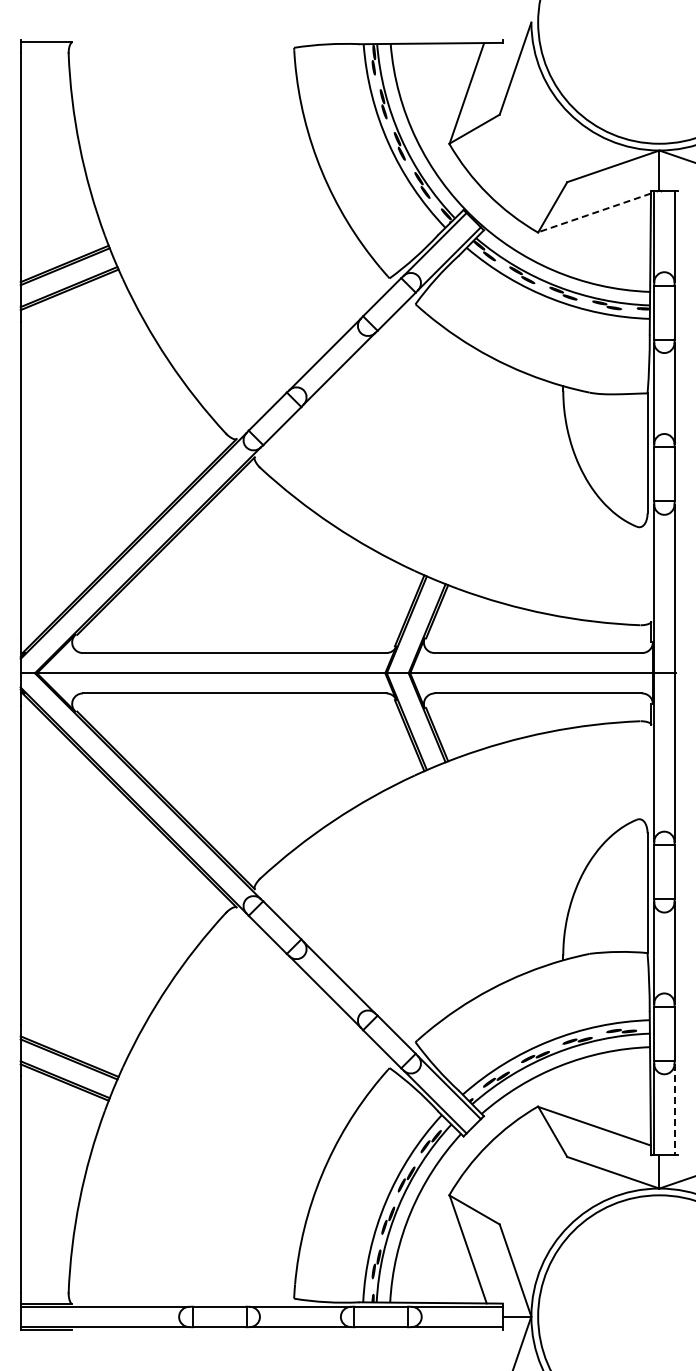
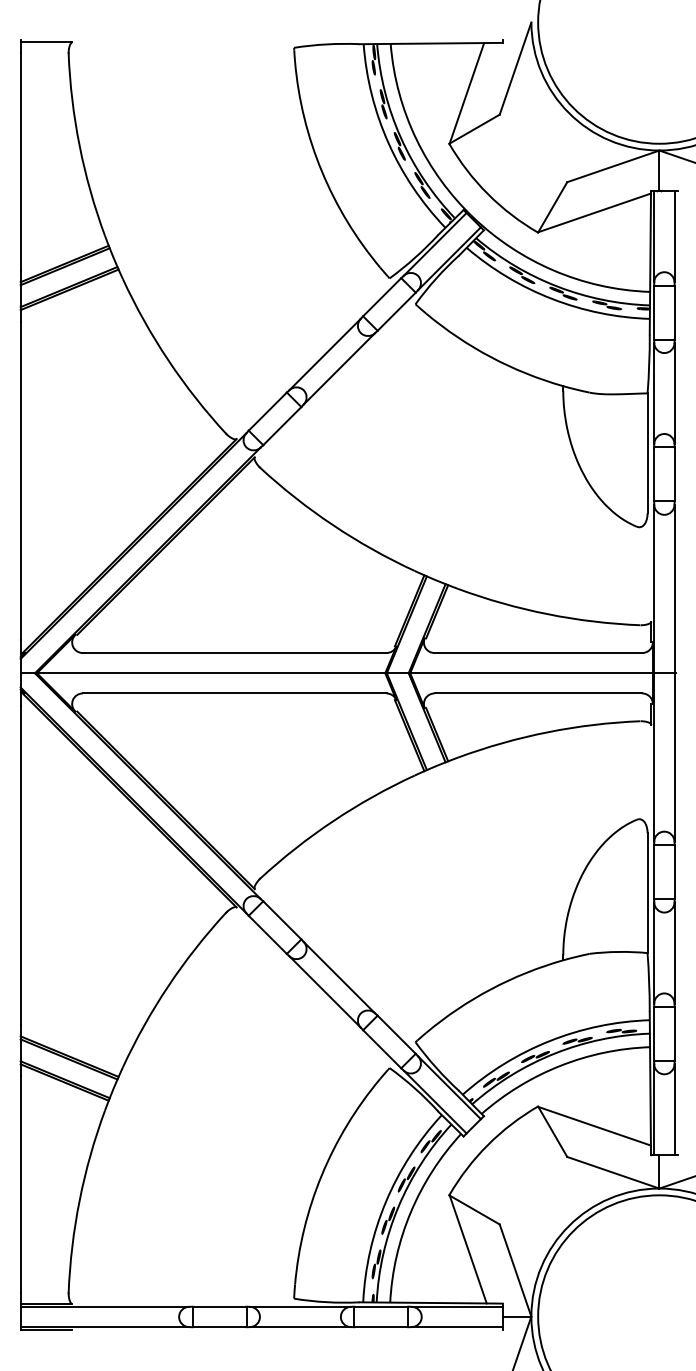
line at (594, 212): dashed -> solid
line at (674, 1110): dashed -> solid
